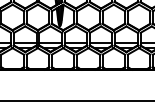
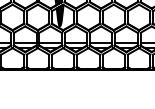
line at (76, 100): present -> none
